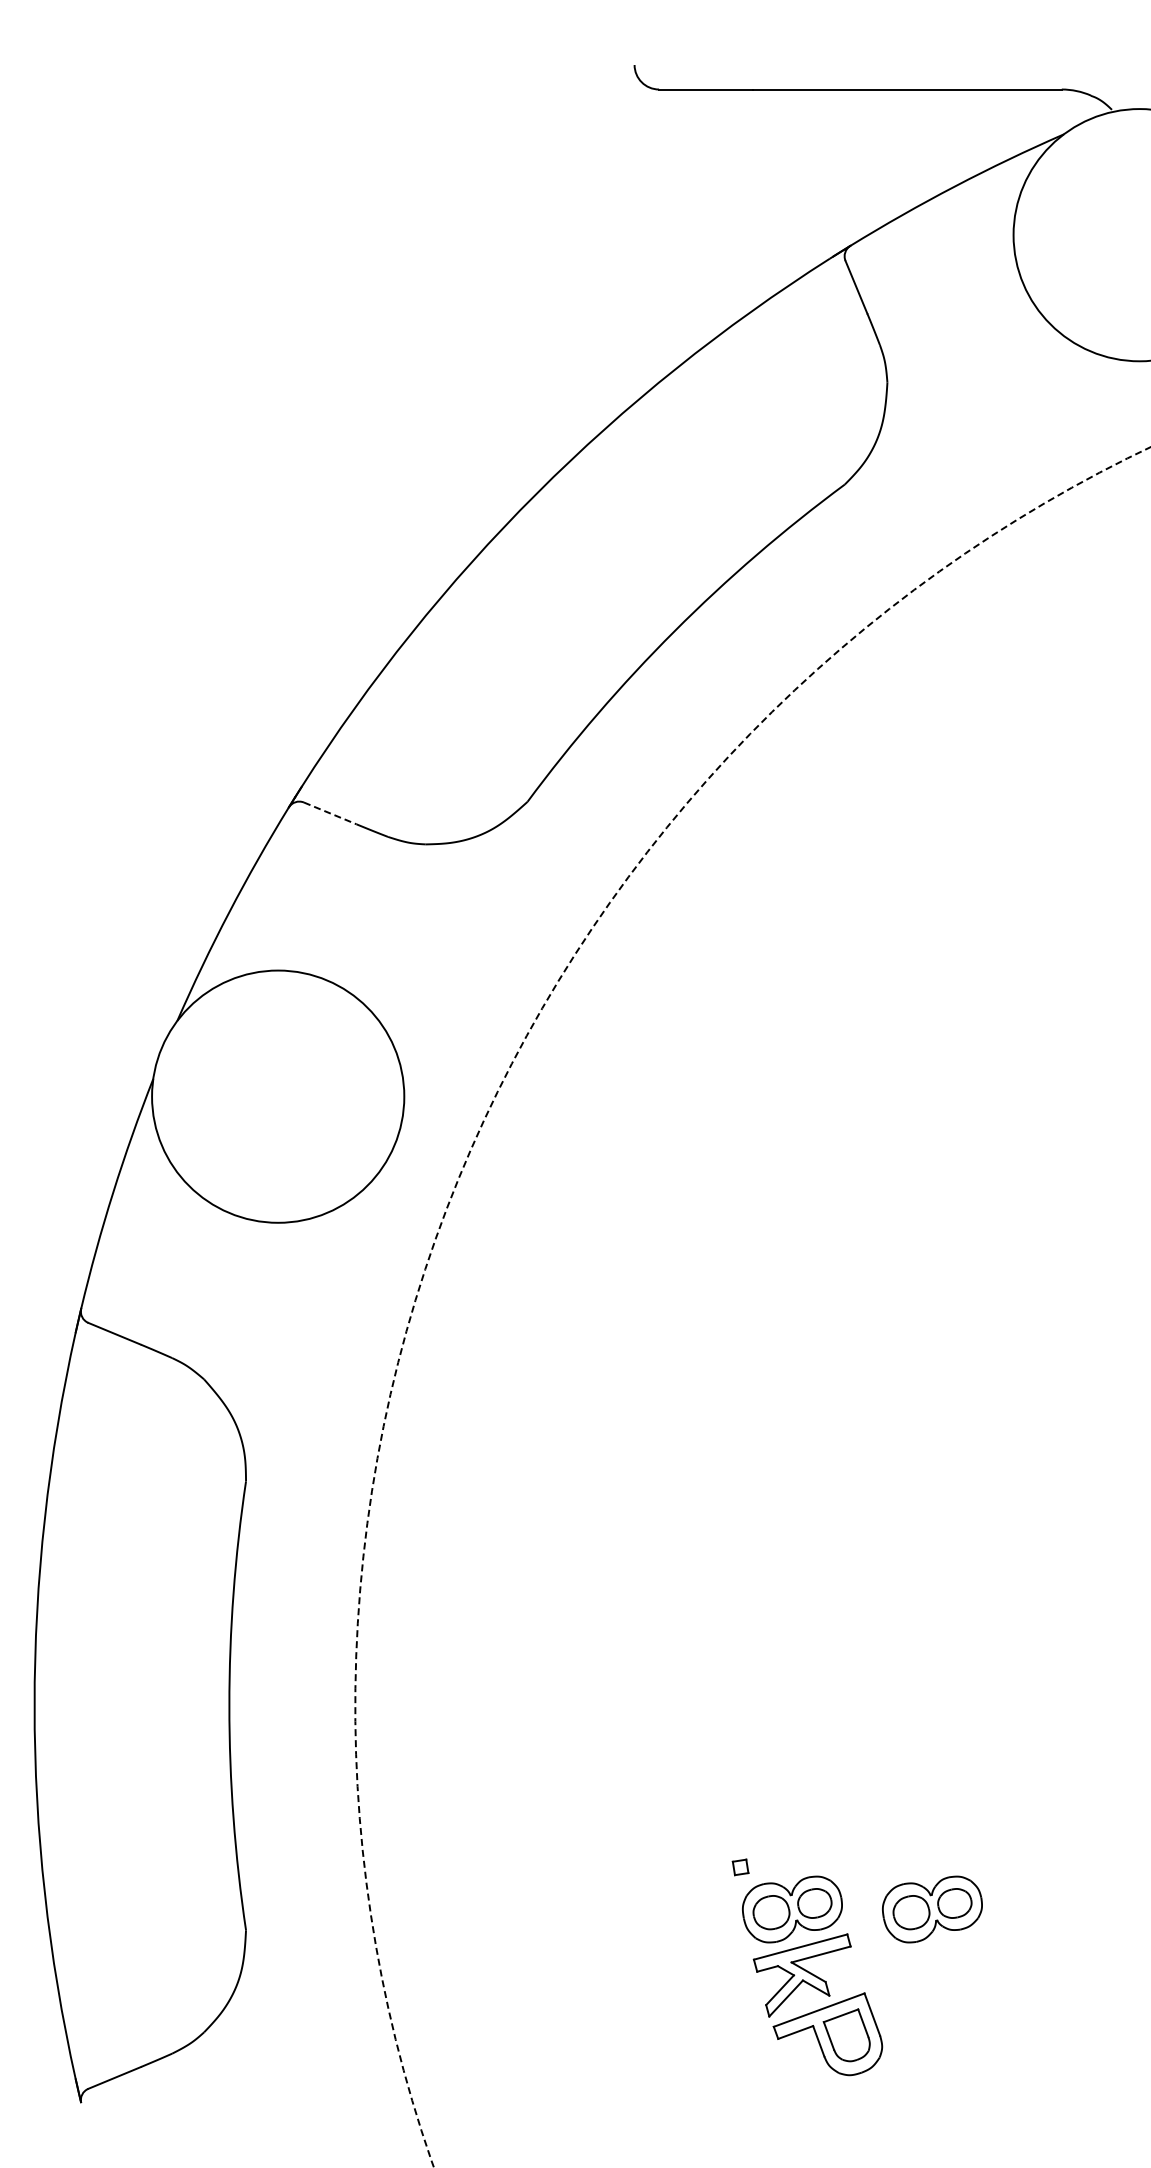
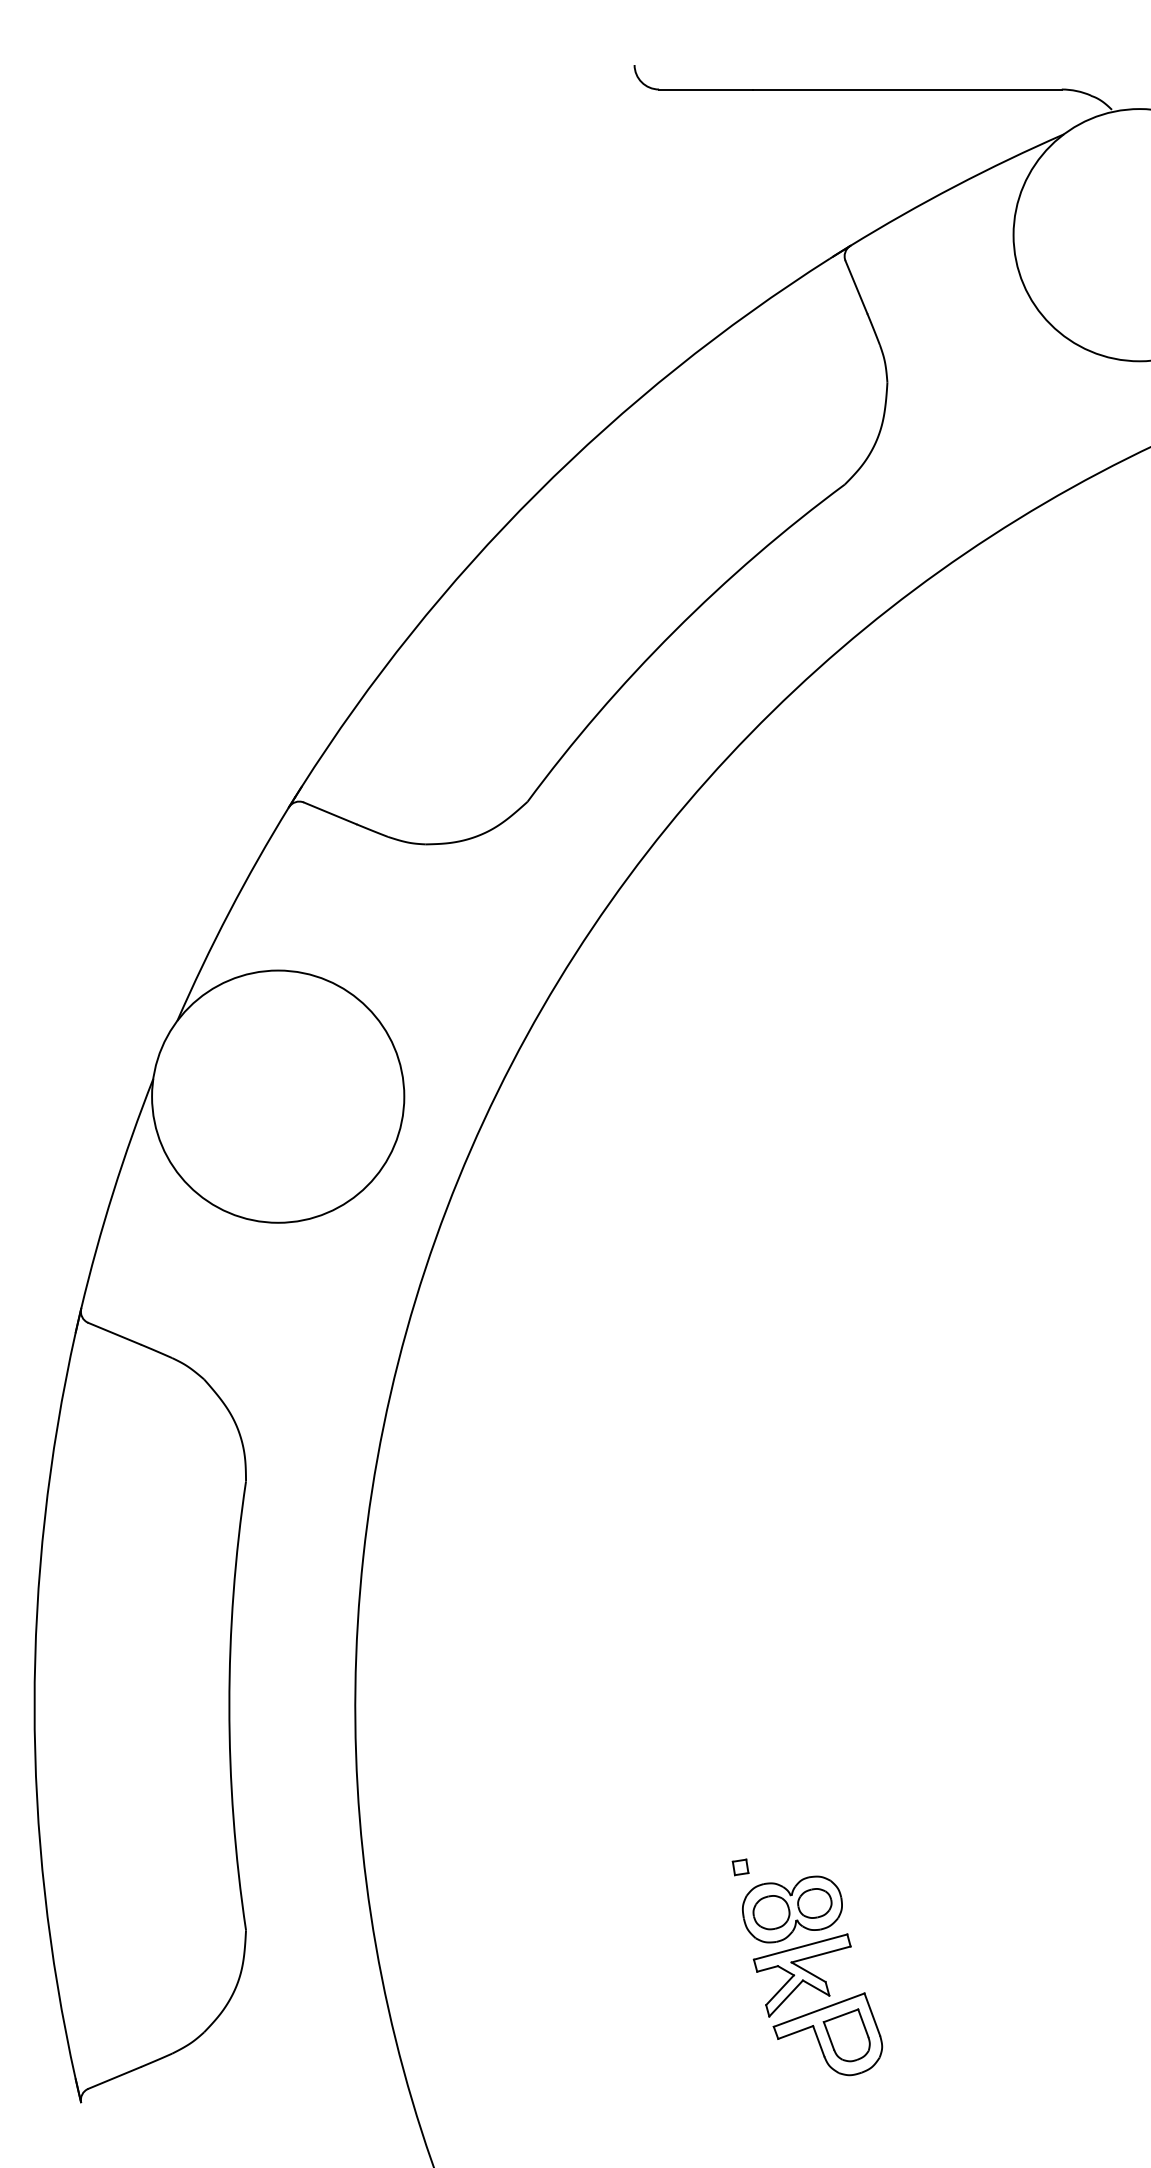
line at (330, 813): dashed -> solid
arc at (463, 1168): dashed -> solid
part at (932, 1909): present -> none
